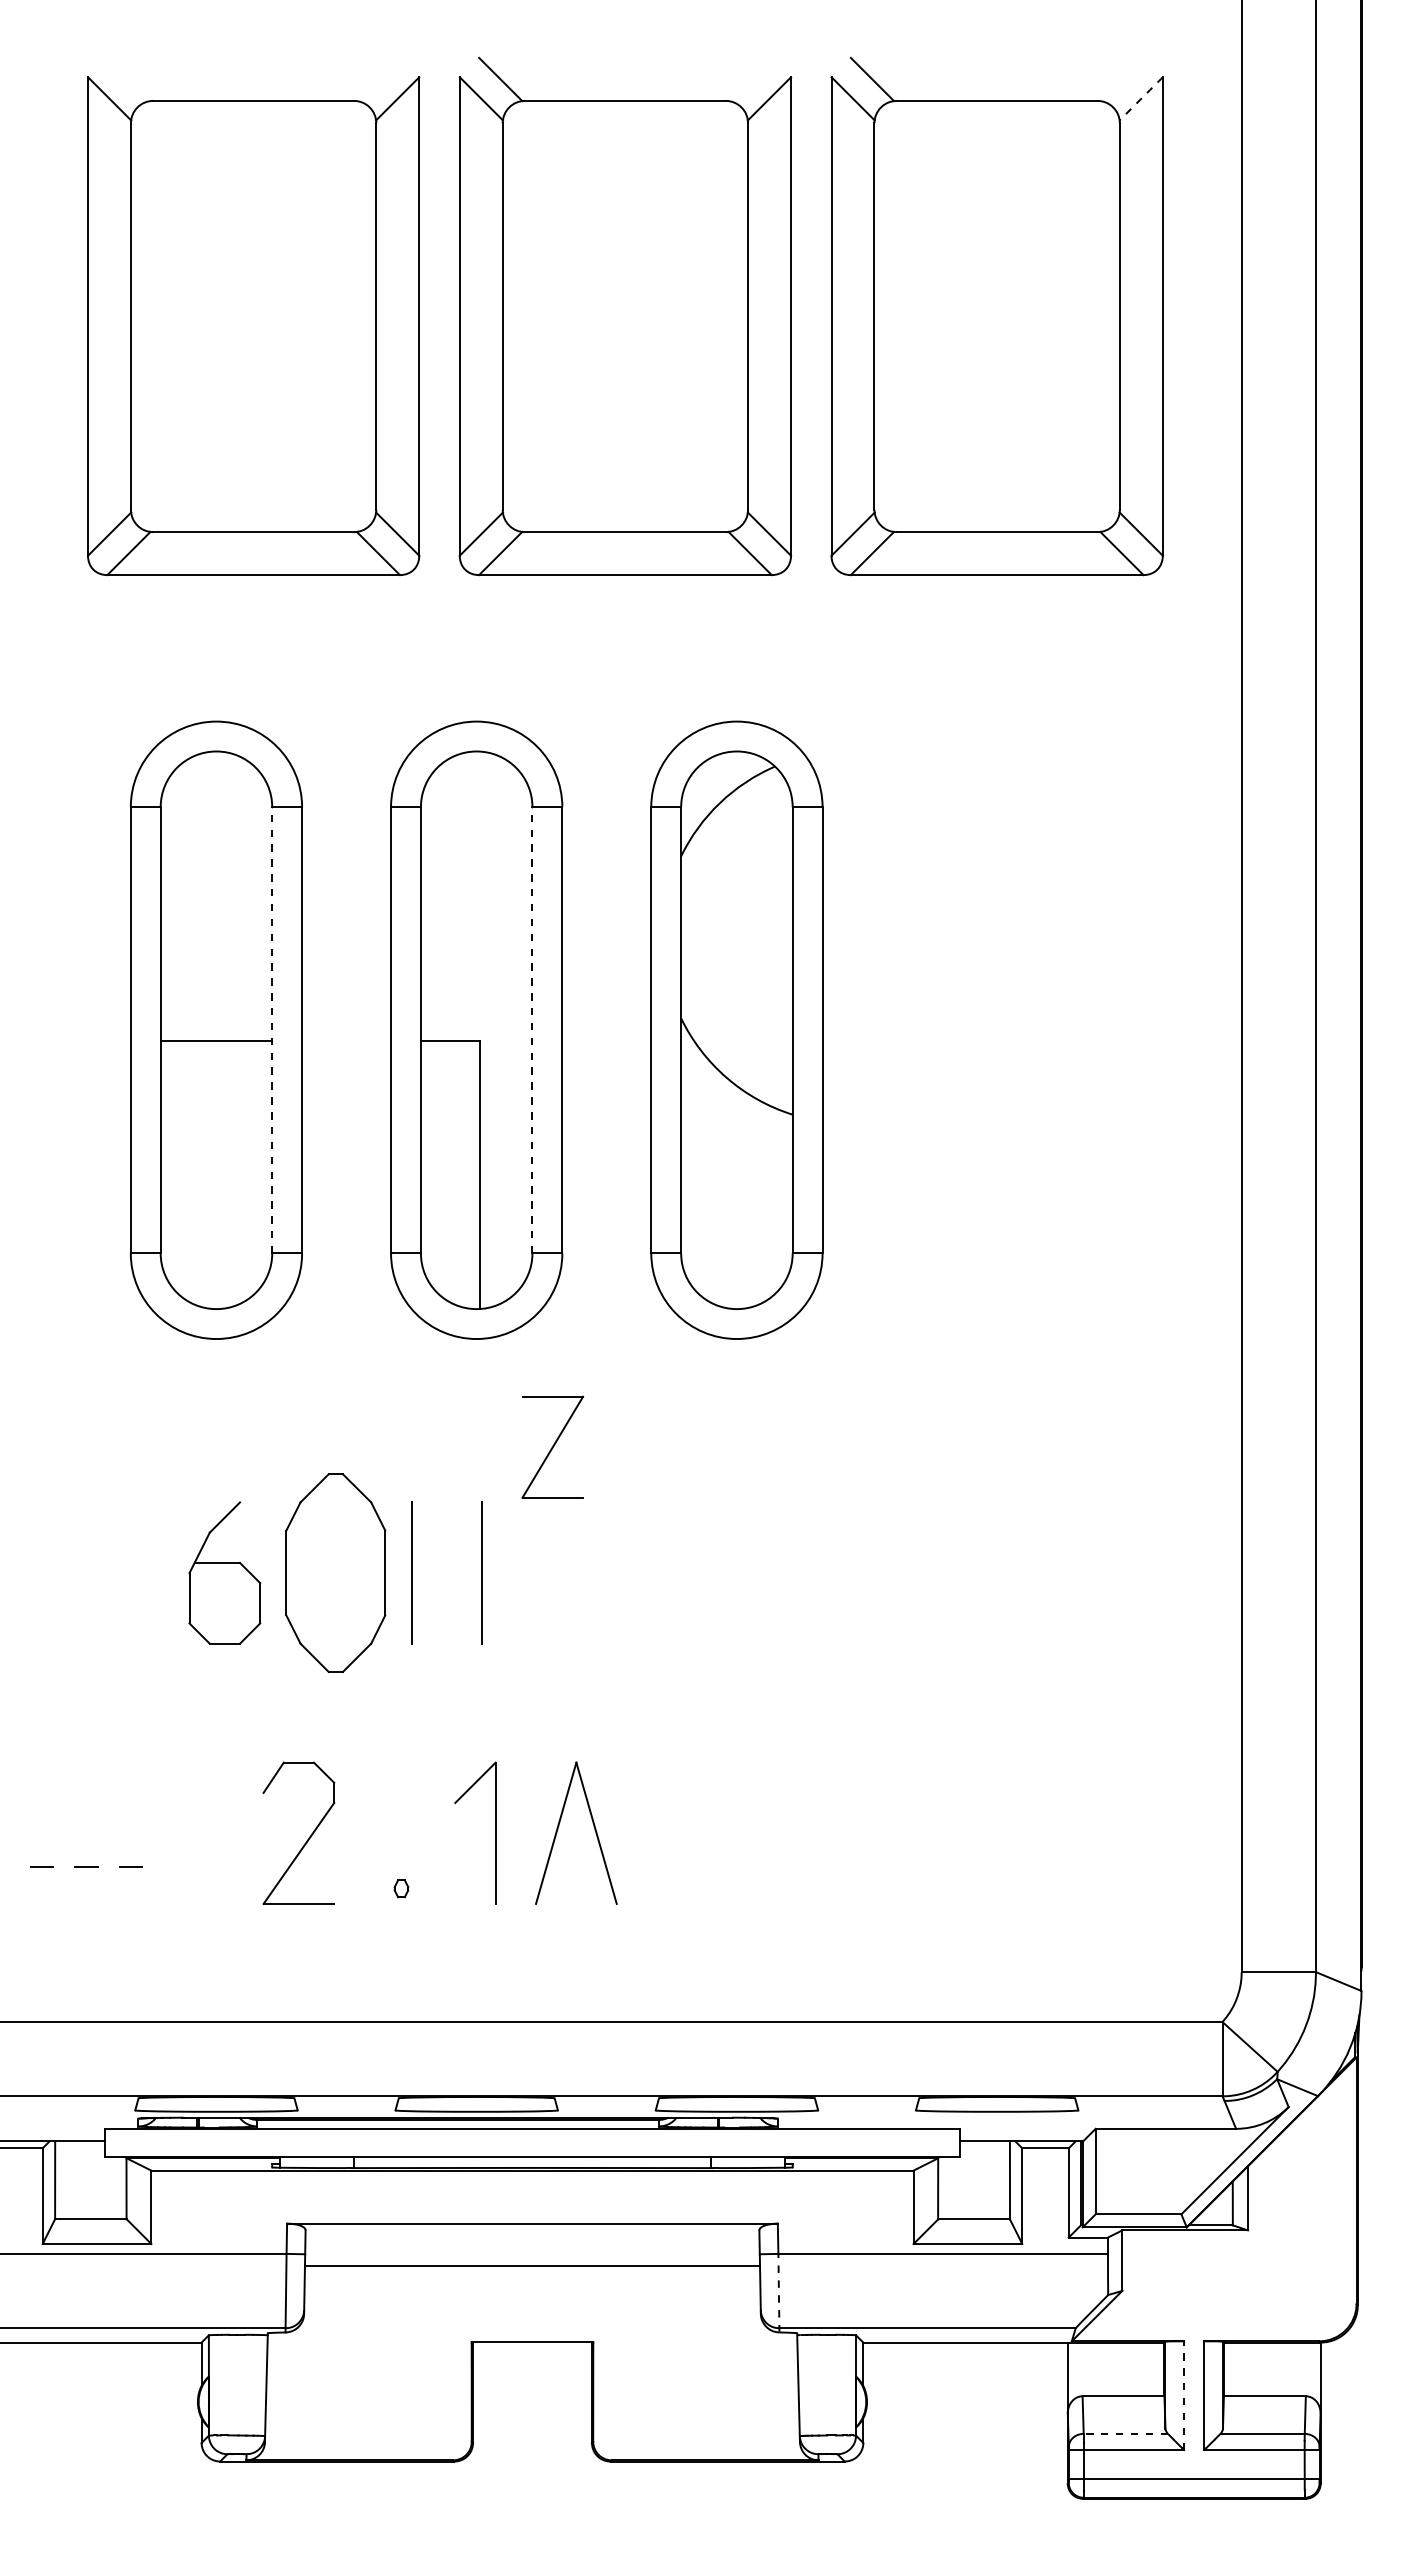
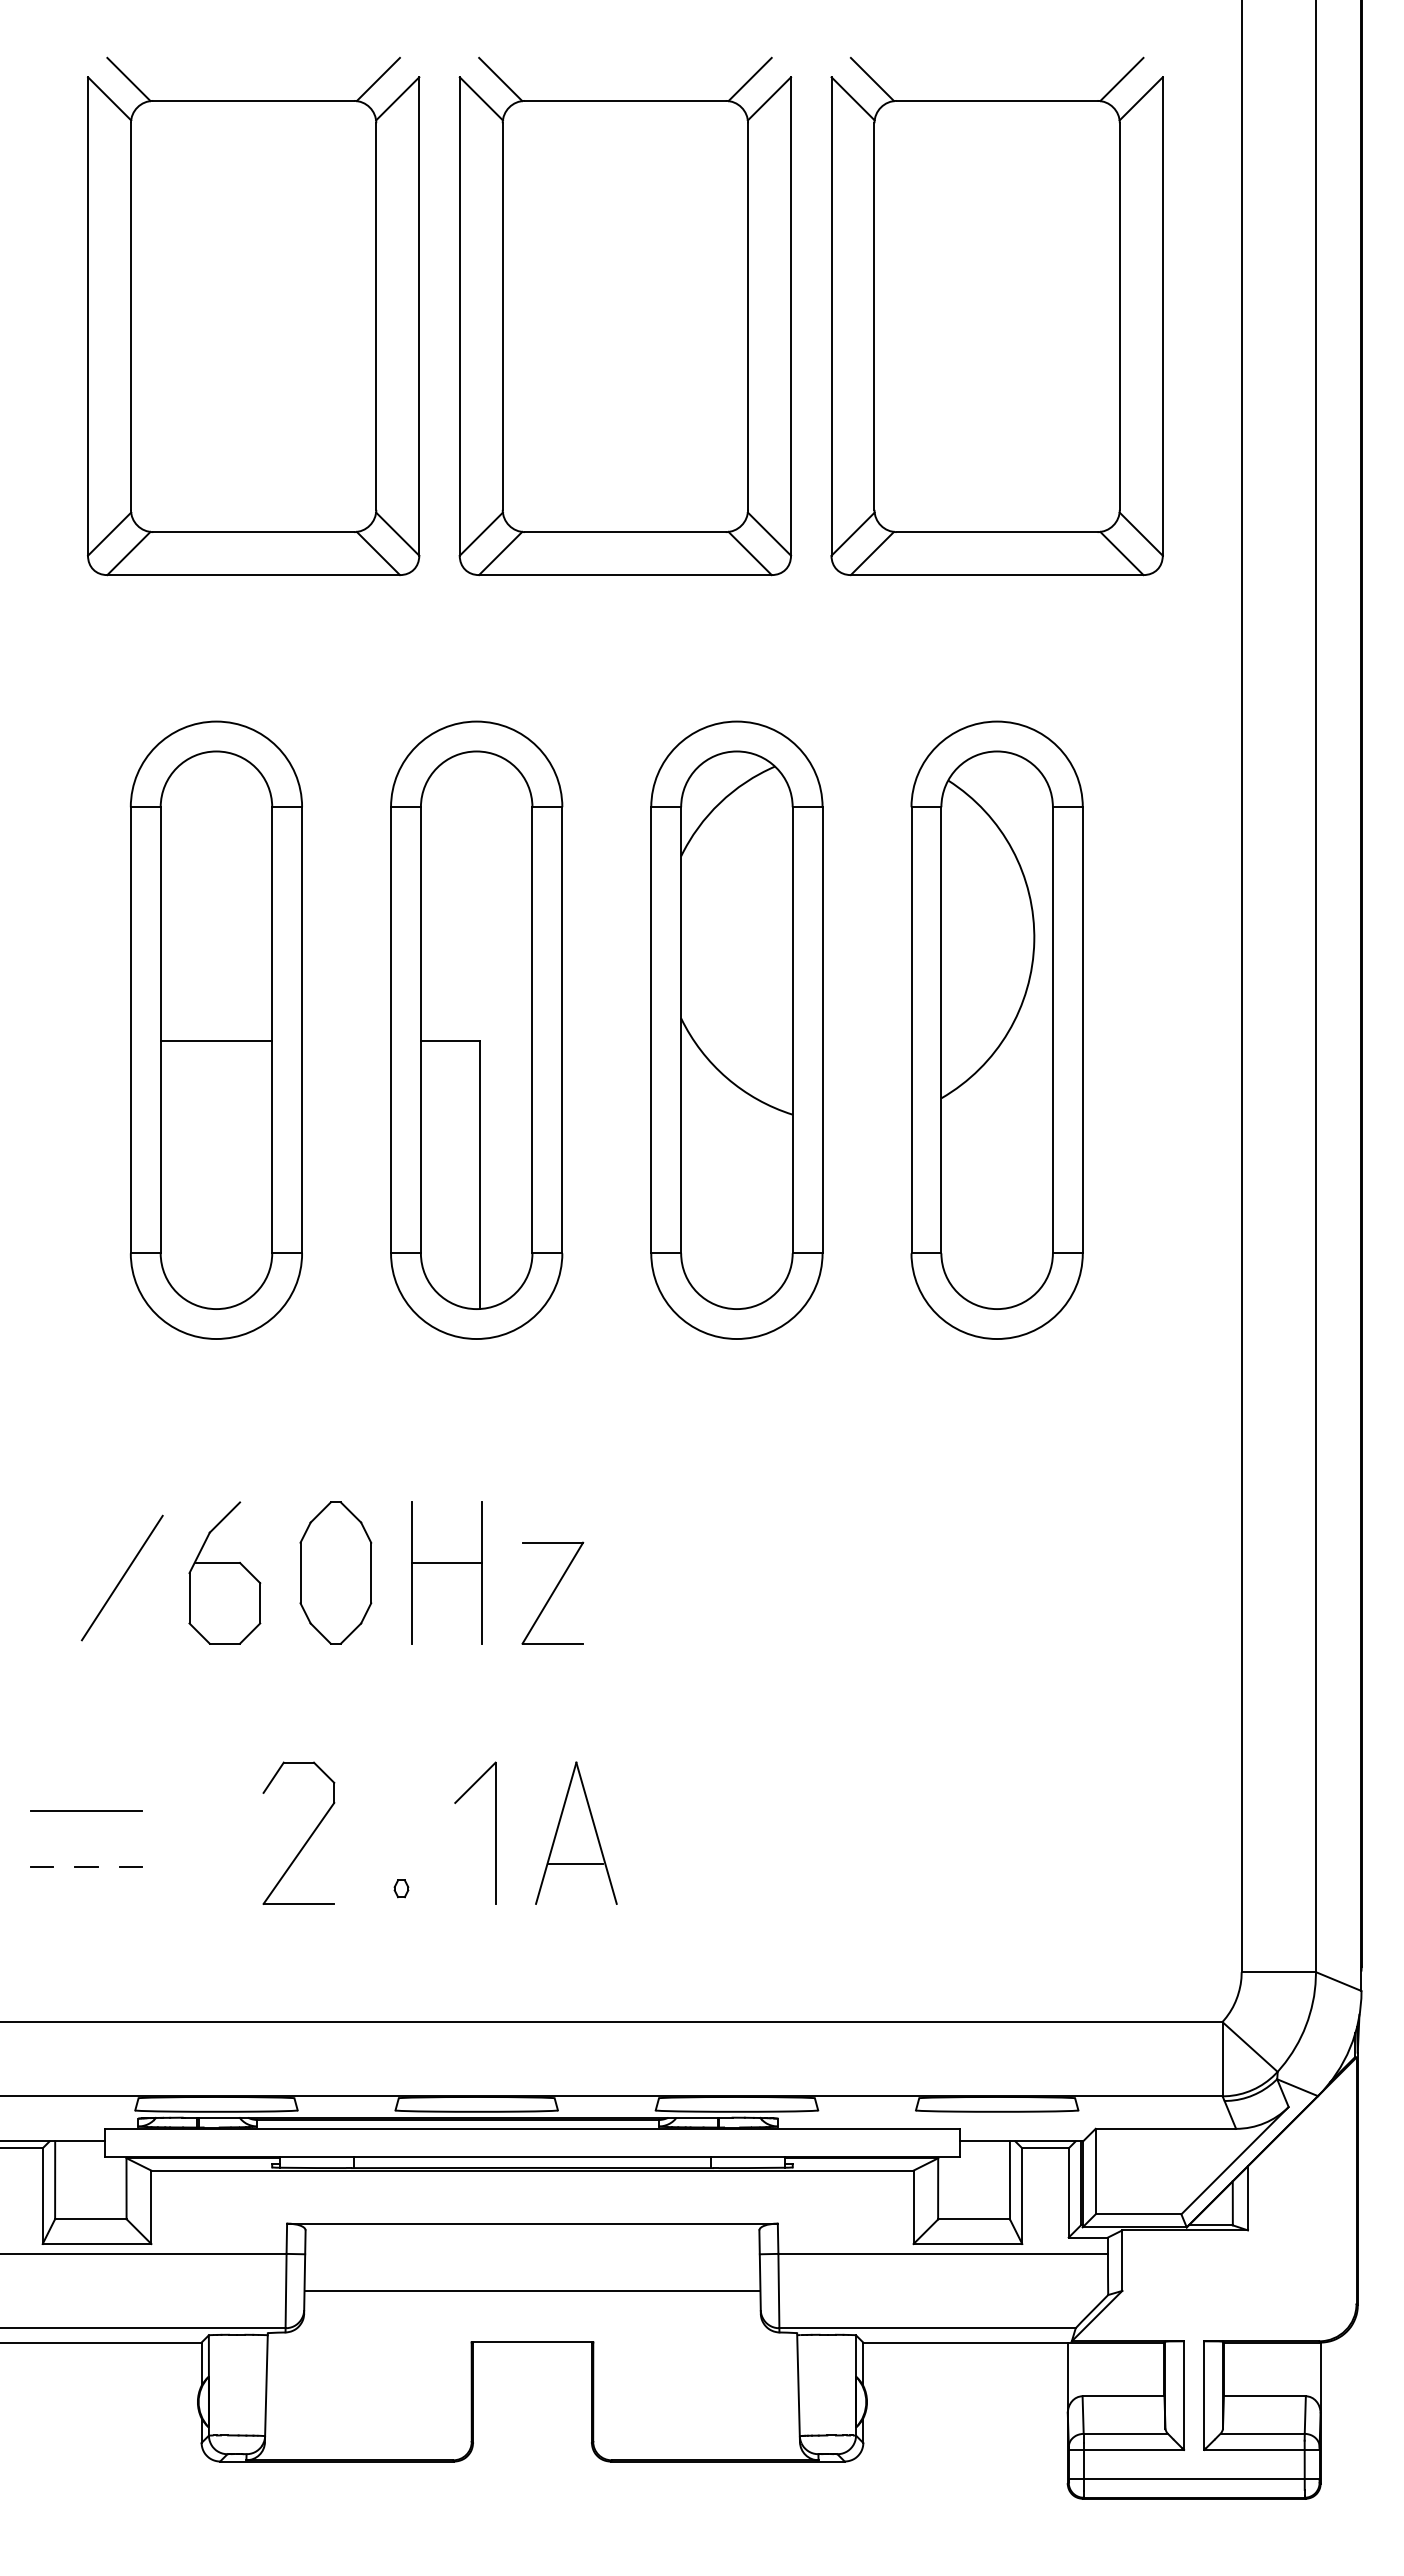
line at (128, 79): none -> present
line at (377, 79): none -> present
line at (749, 79): none -> present
line at (1121, 79): none -> present
line at (1140, 99): dashed -> solid
line at (272, 1029): dashed -> solid
line at (532, 1029): dashed -> solid
part at (996, 1029): none -> present
part at (552, 1446) position: (552, 1446) -> (552, 1592)
line at (446, 1562): none -> present
part at (335, 1572) size: 102x200 px -> 74x144 px
line at (121, 1577): none -> present
line at (86, 1810): none -> present
line at (576, 1863): none -> present
line at (532, 2265) position: (532, 2265) -> (532, 2290)
line at (778, 2292): dashed -> solid
line at (1184, 2395): dashed -> solid
line at (1125, 2433): dashed -> solid
